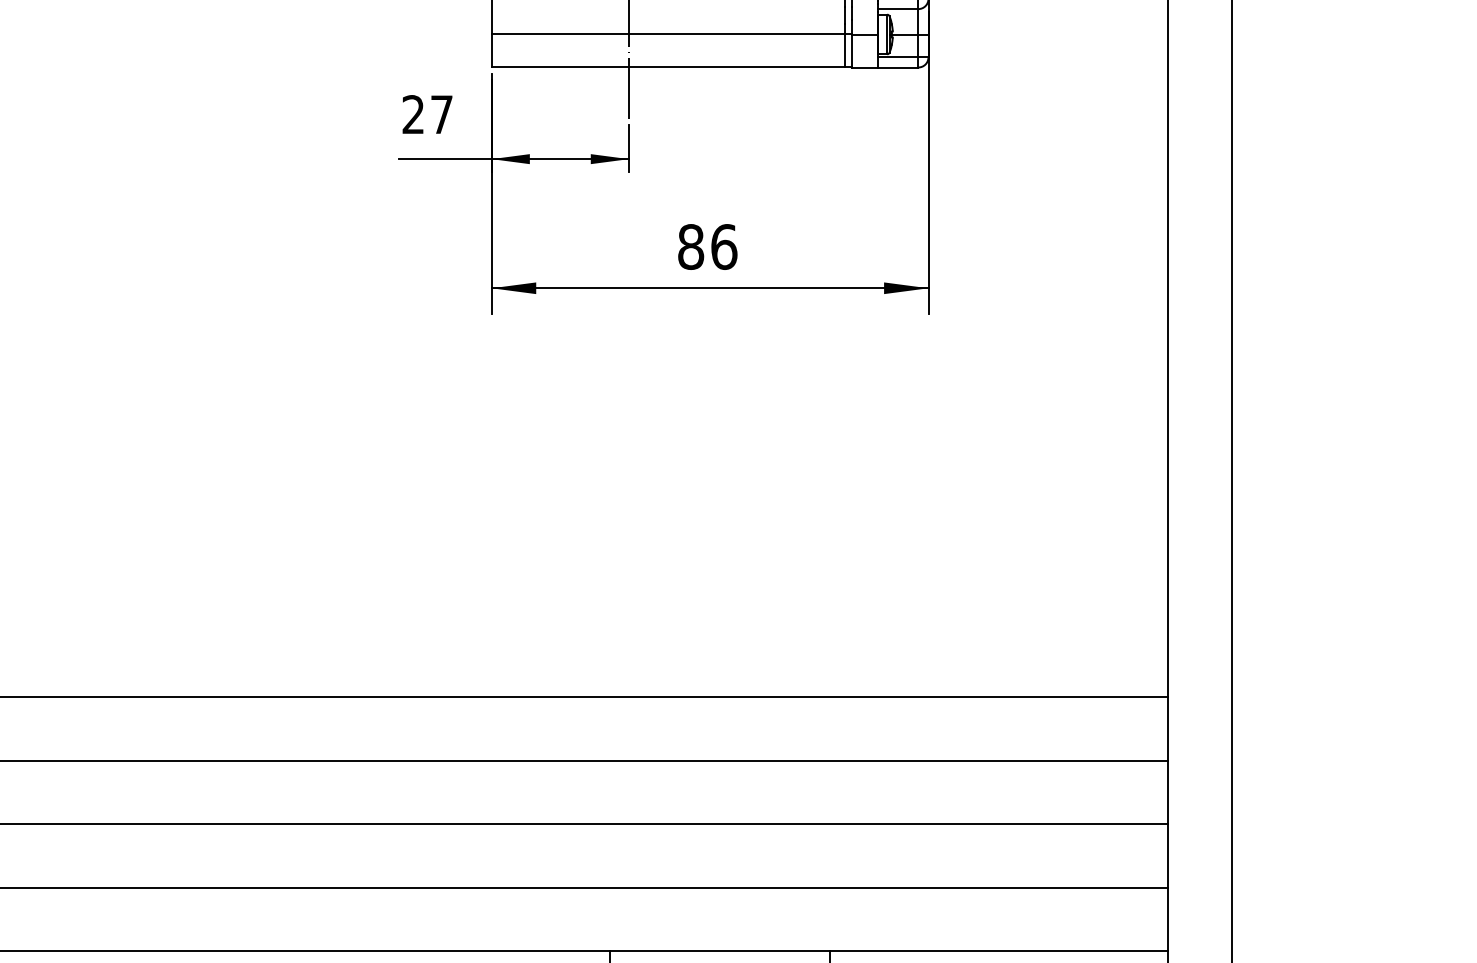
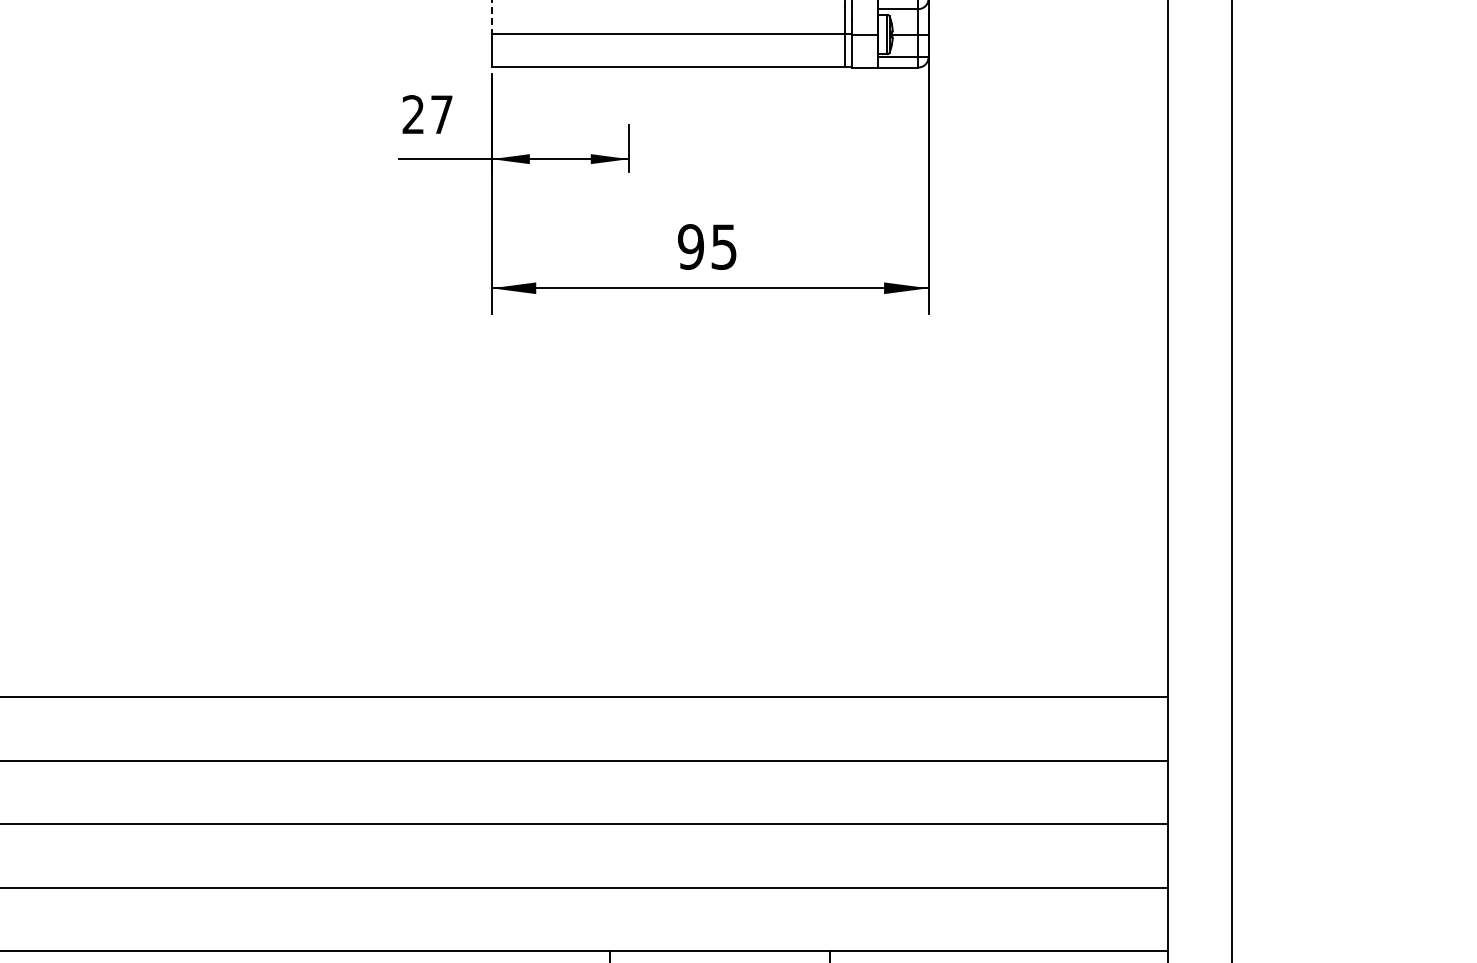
line at (491, 17): solid -> dashed
line at (628, 60): present -> none
text at (707, 246): 86 -> 95
